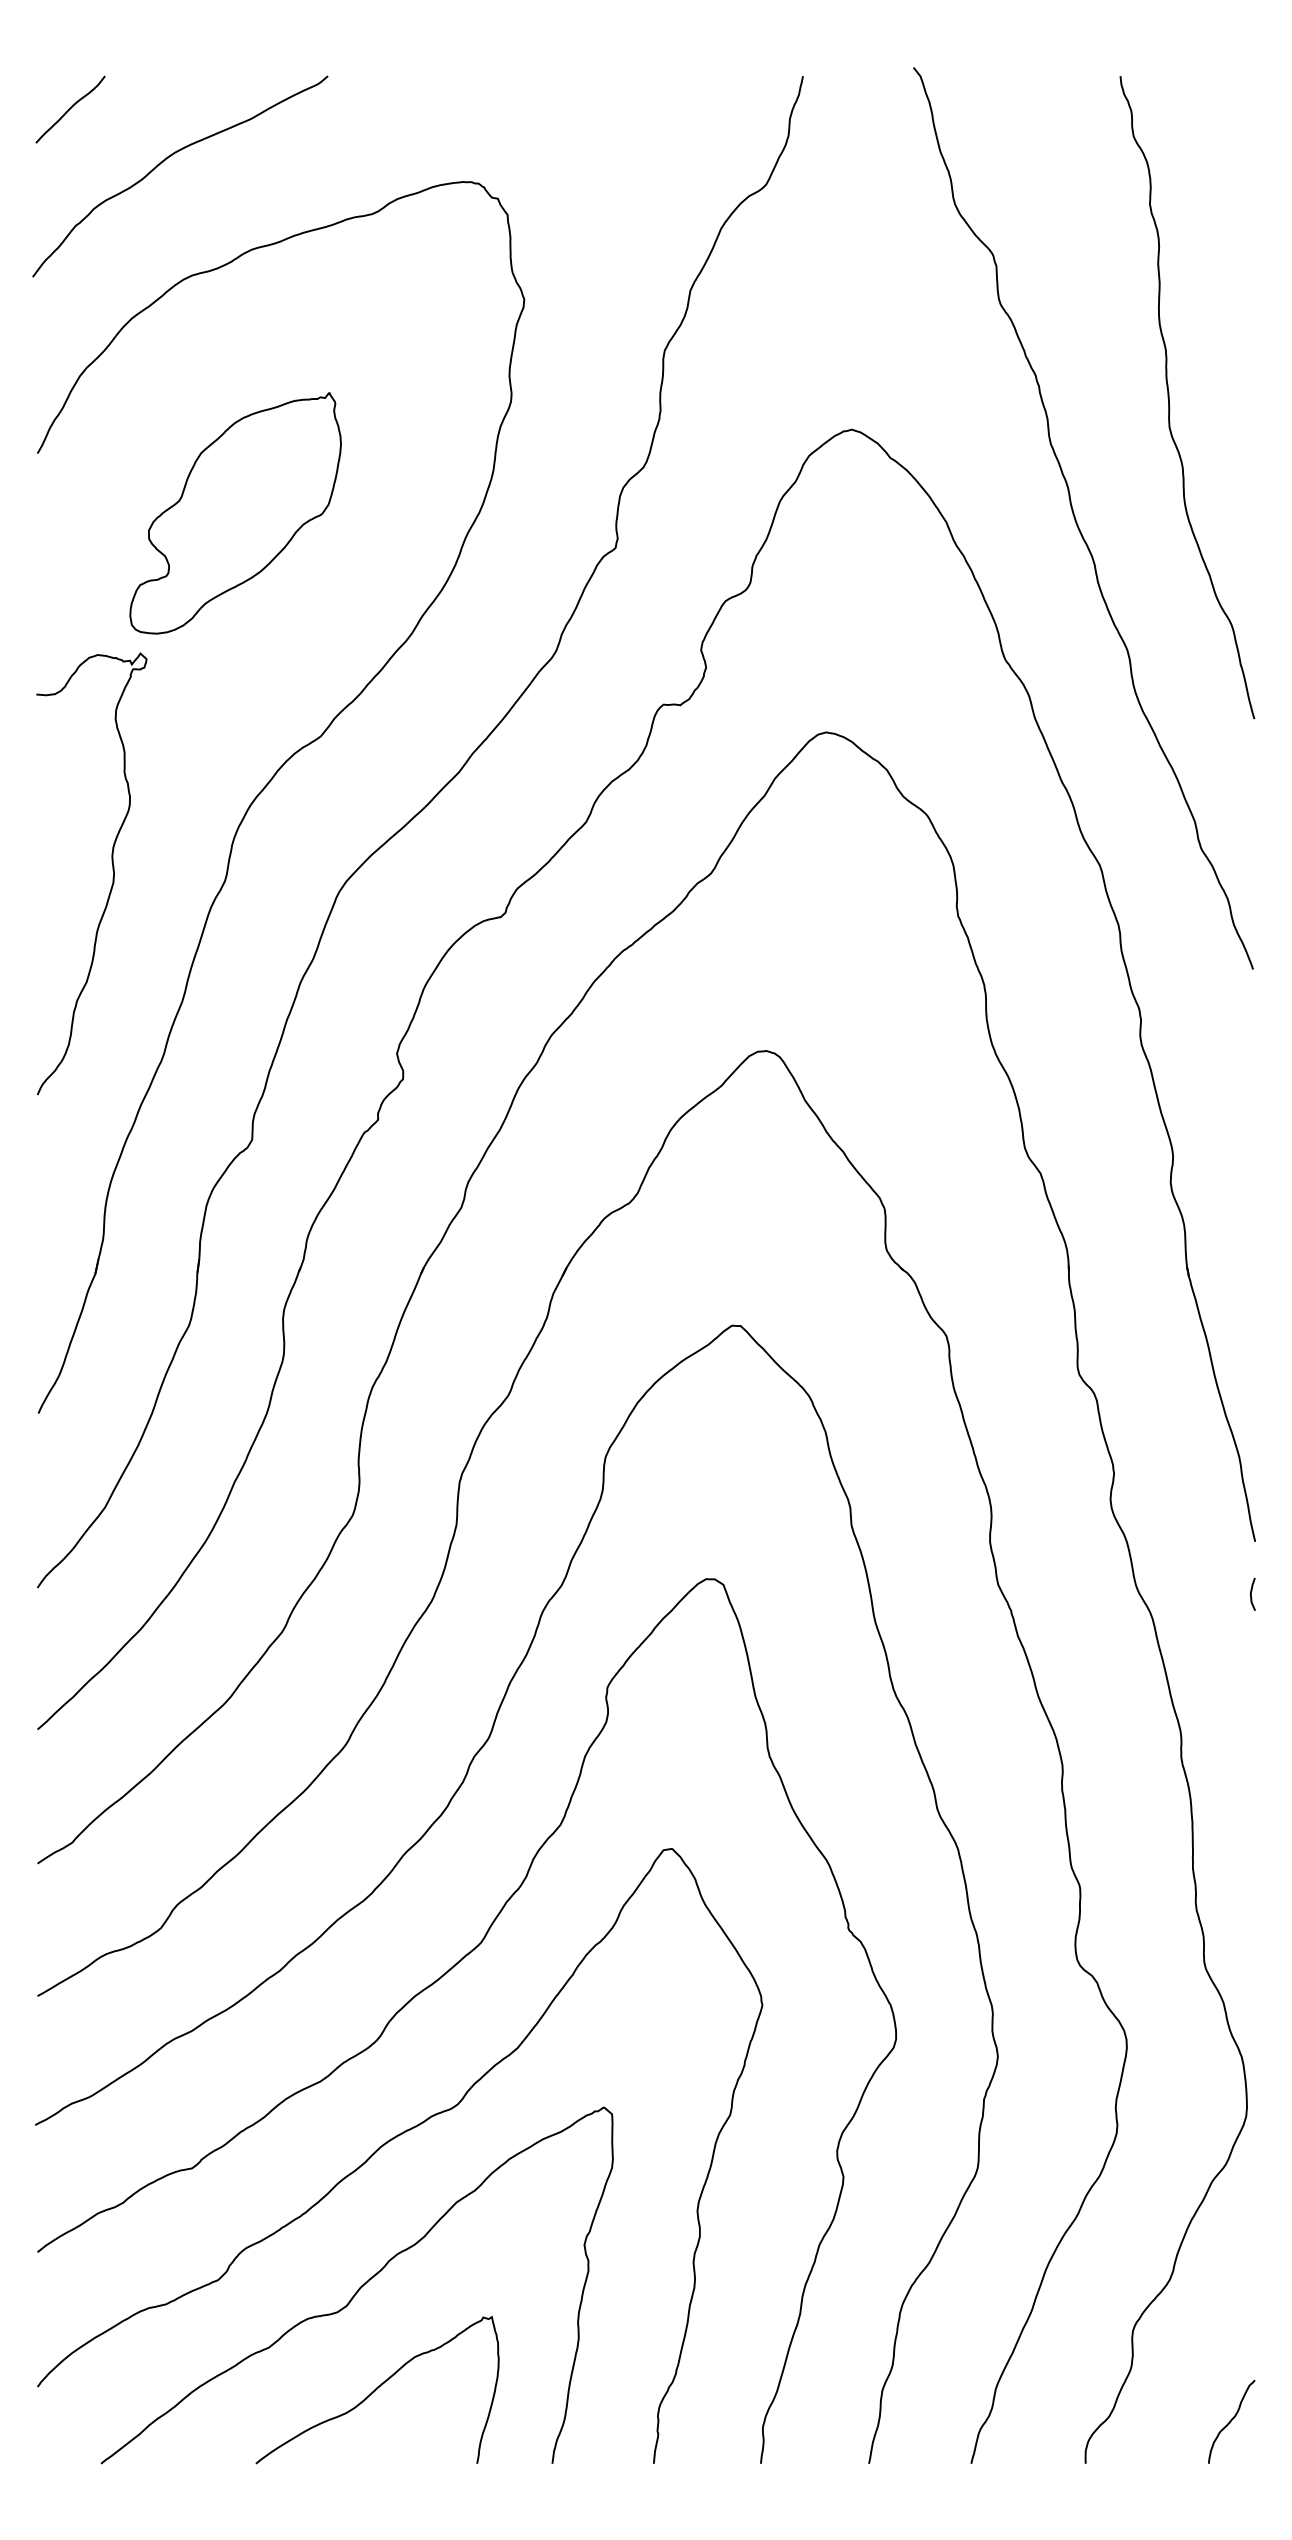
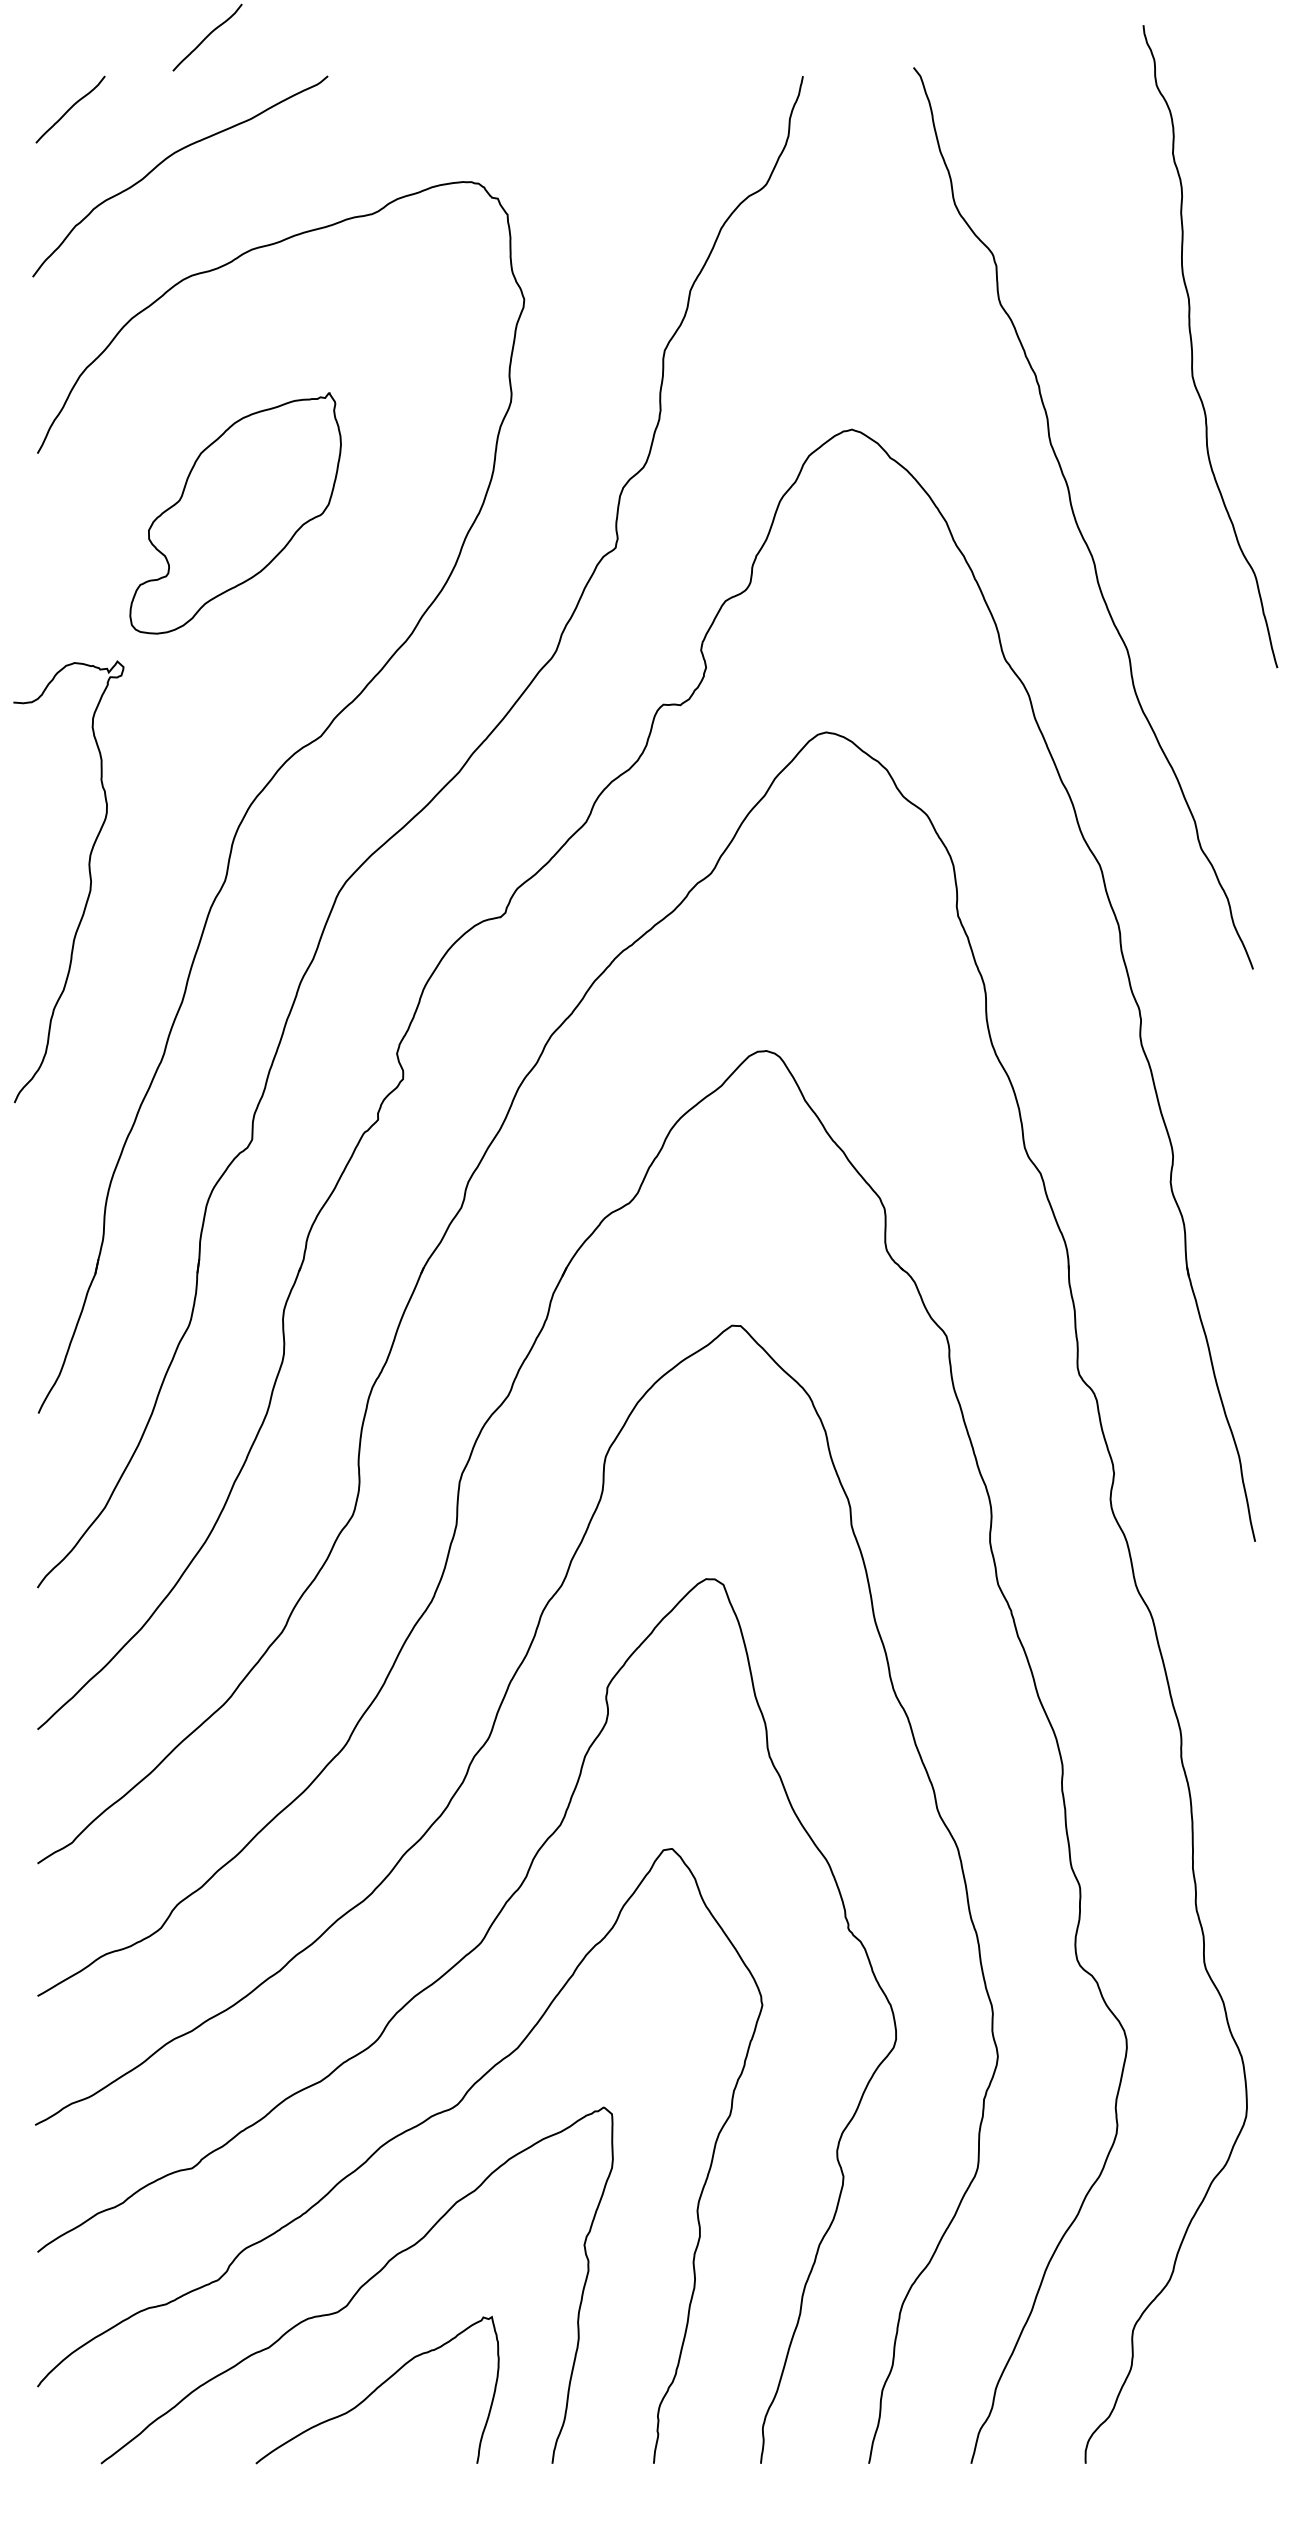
curve at (207, 37): none -> present
curve at (1169, 397) position: (1169, 397) -> (1192, 346)
curve at (112, 870) position: (112, 870) -> (89, 878)
curve at (1251, 1593): present -> none
curve at (1231, 2421): present -> none
